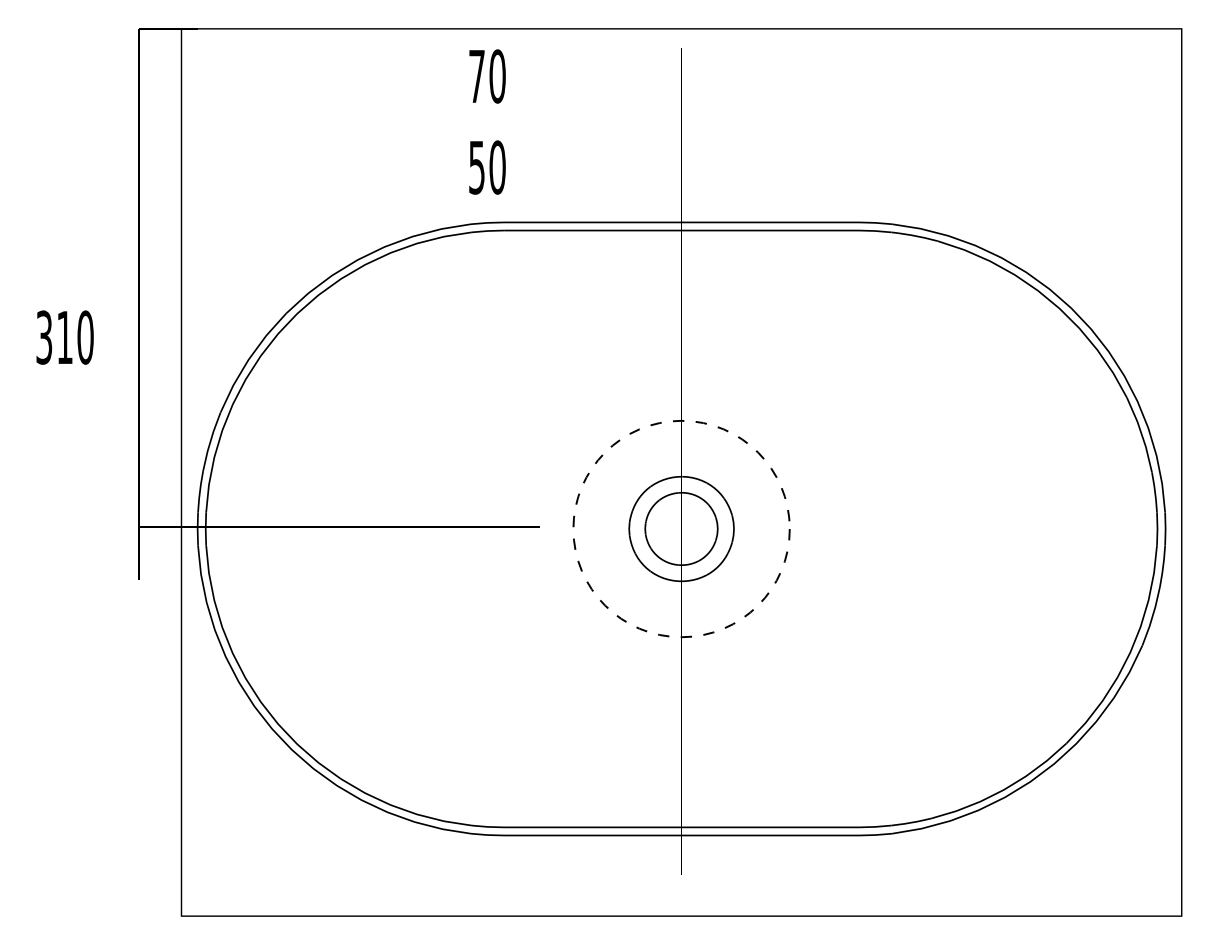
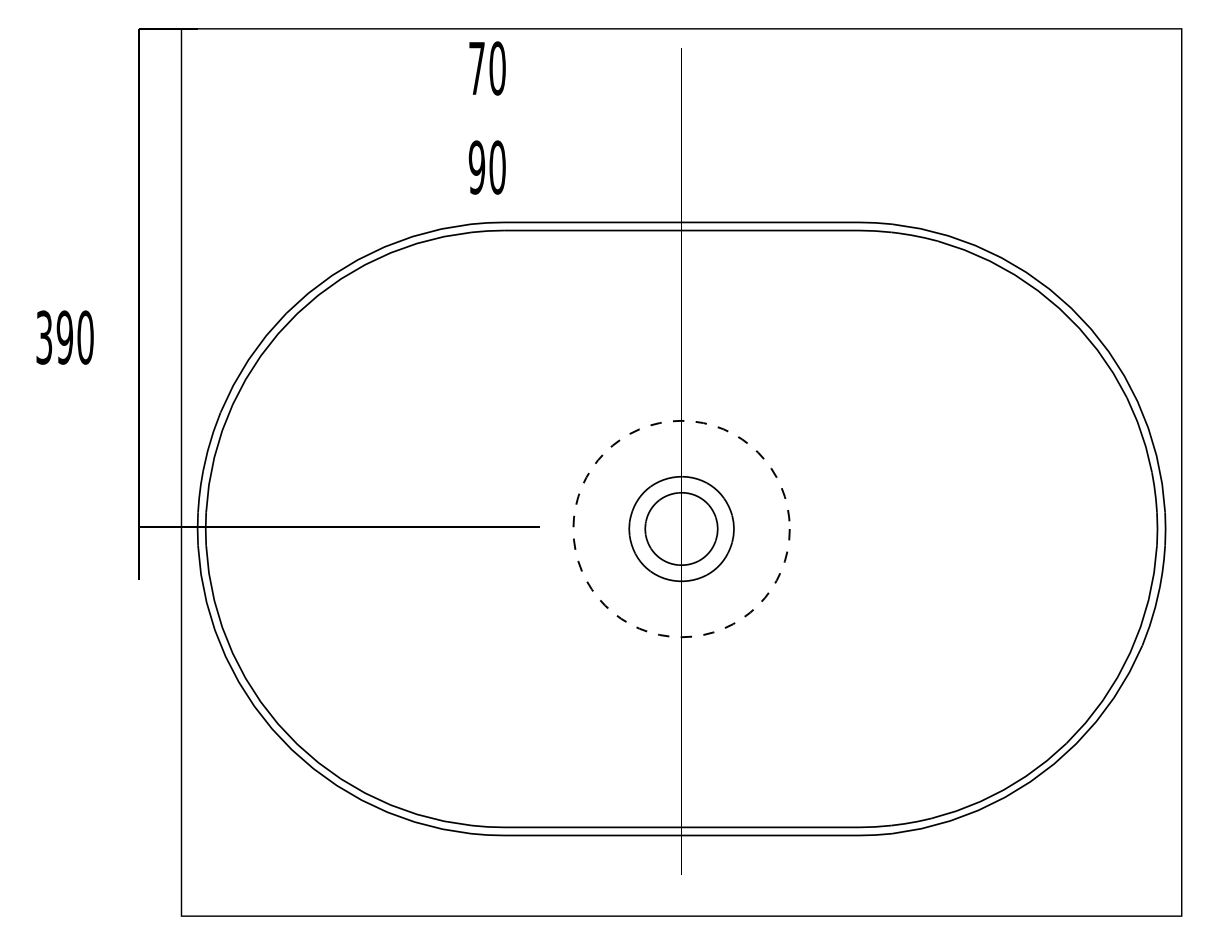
text at (487, 76) position: (487, 76) -> (487, 68)
text at (476, 167): 50 -> 90
text at (64, 337): 310 -> 390
